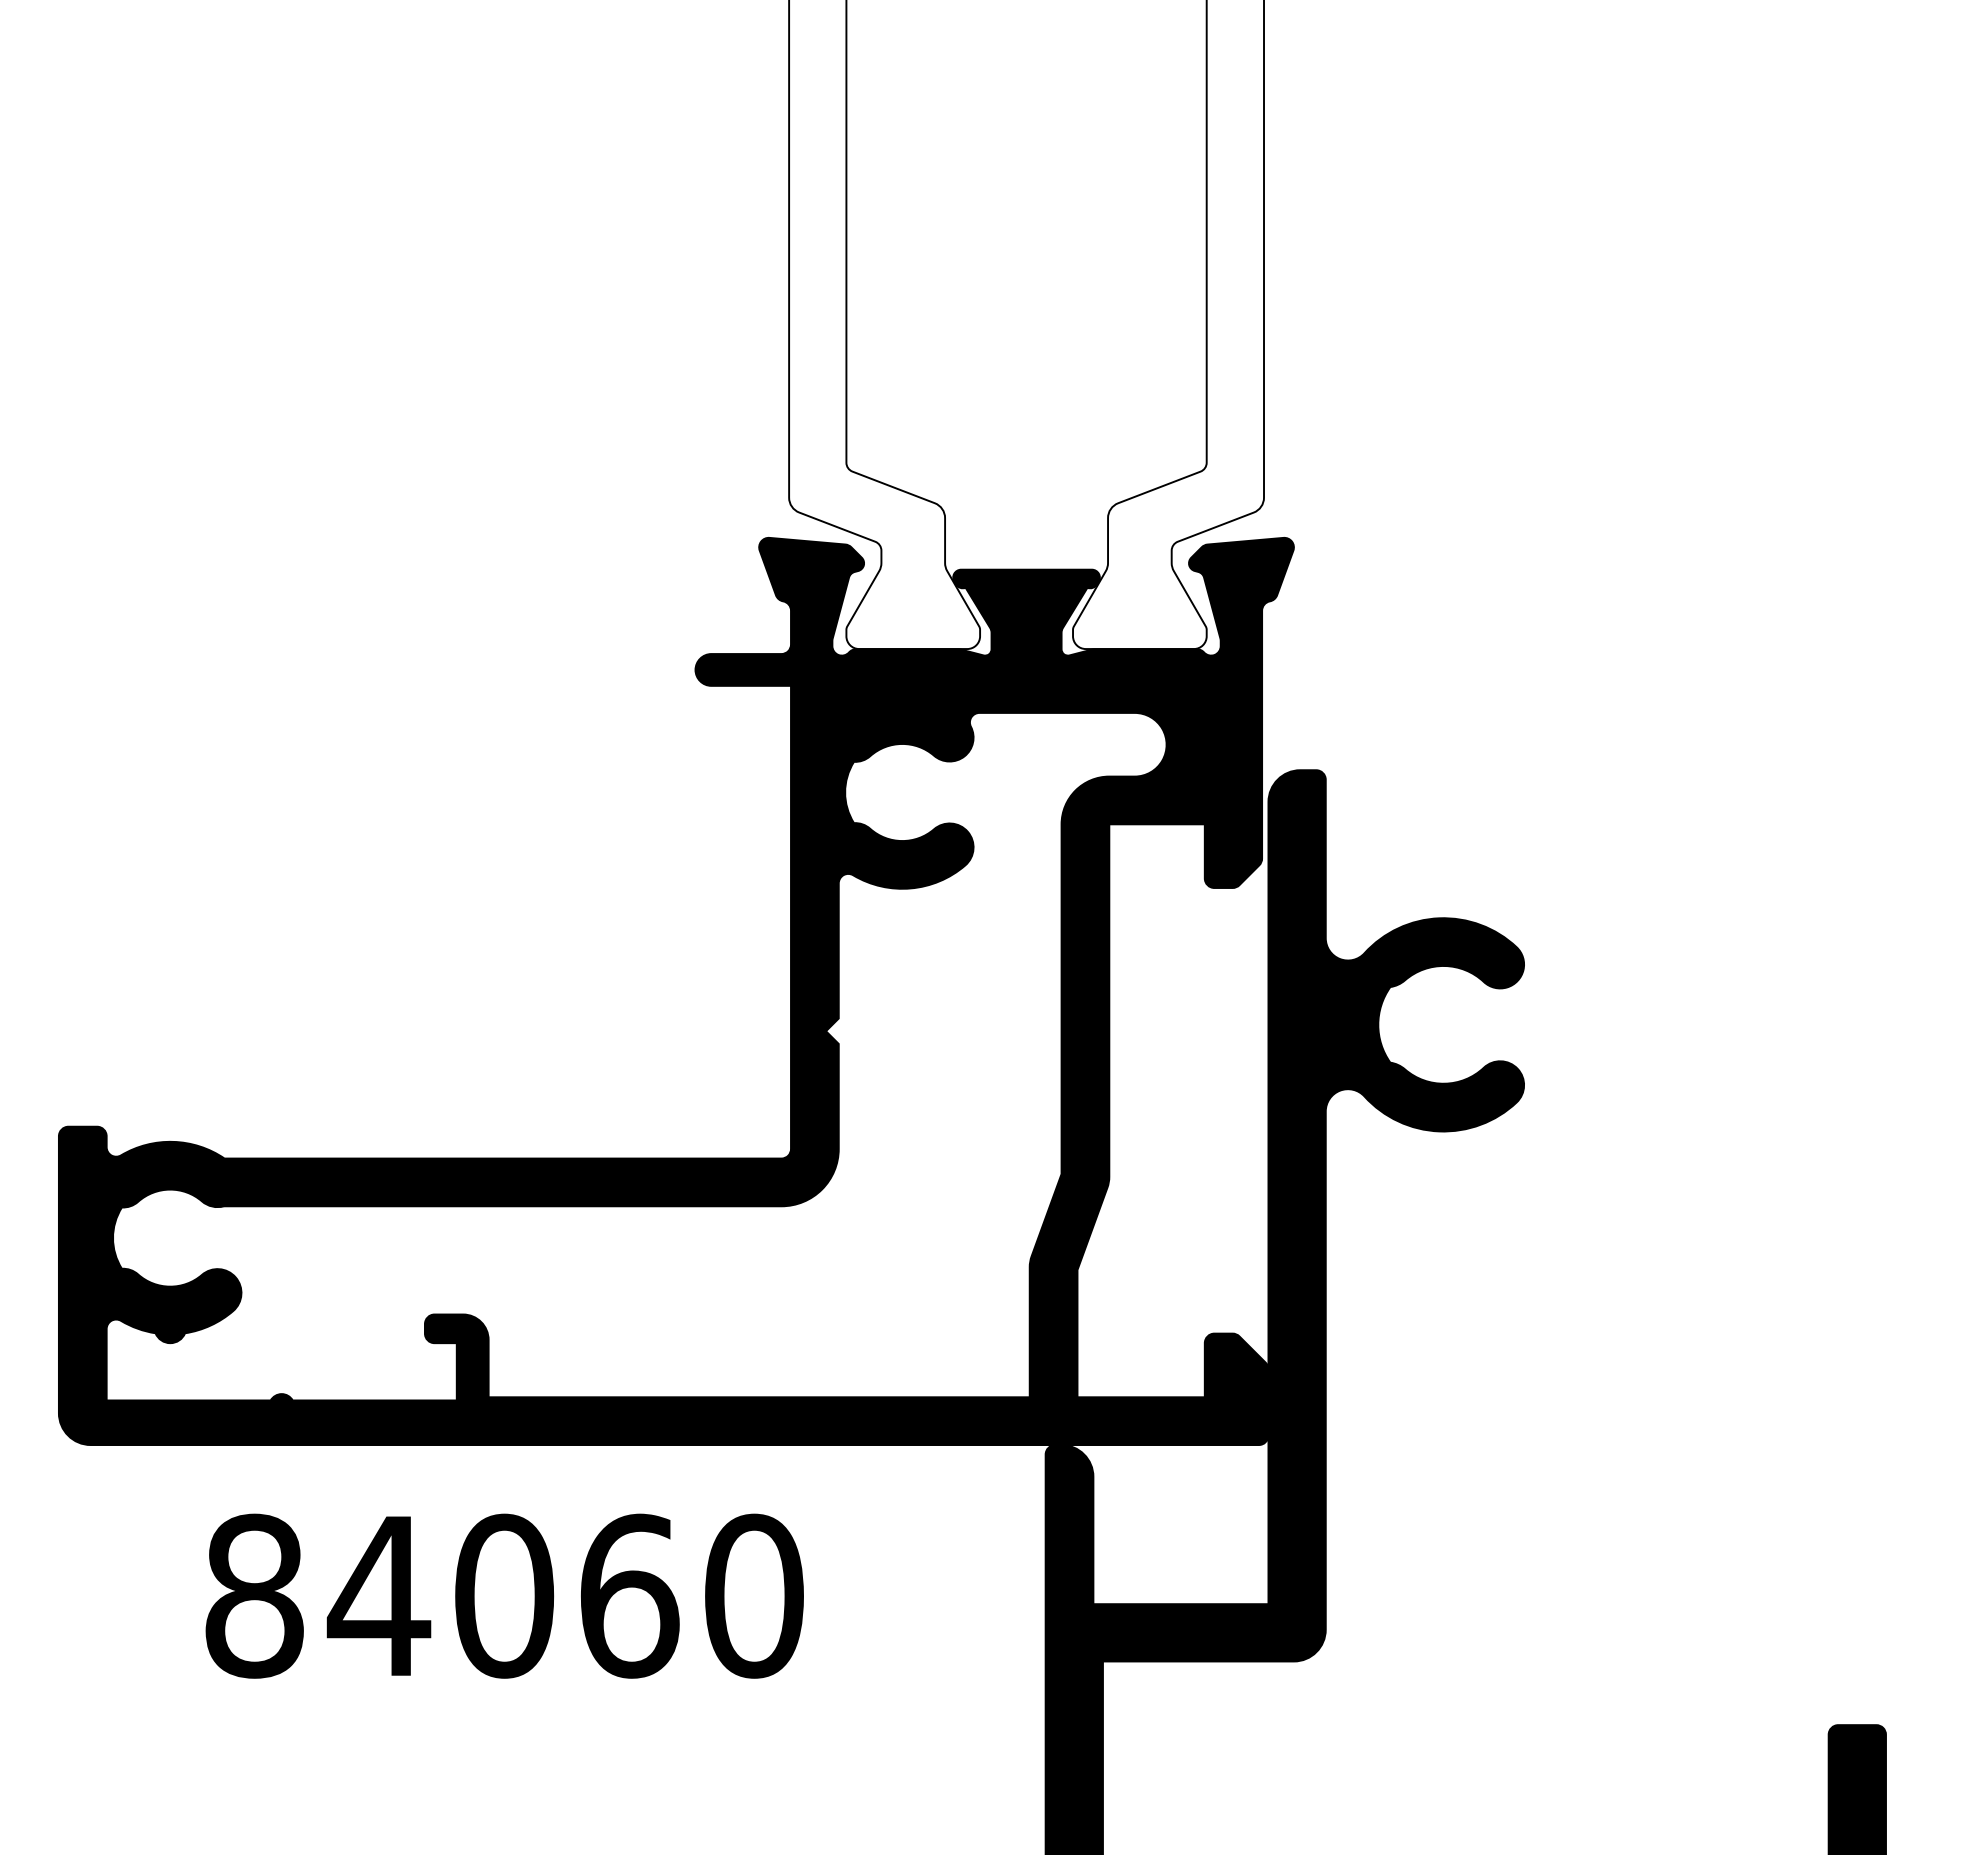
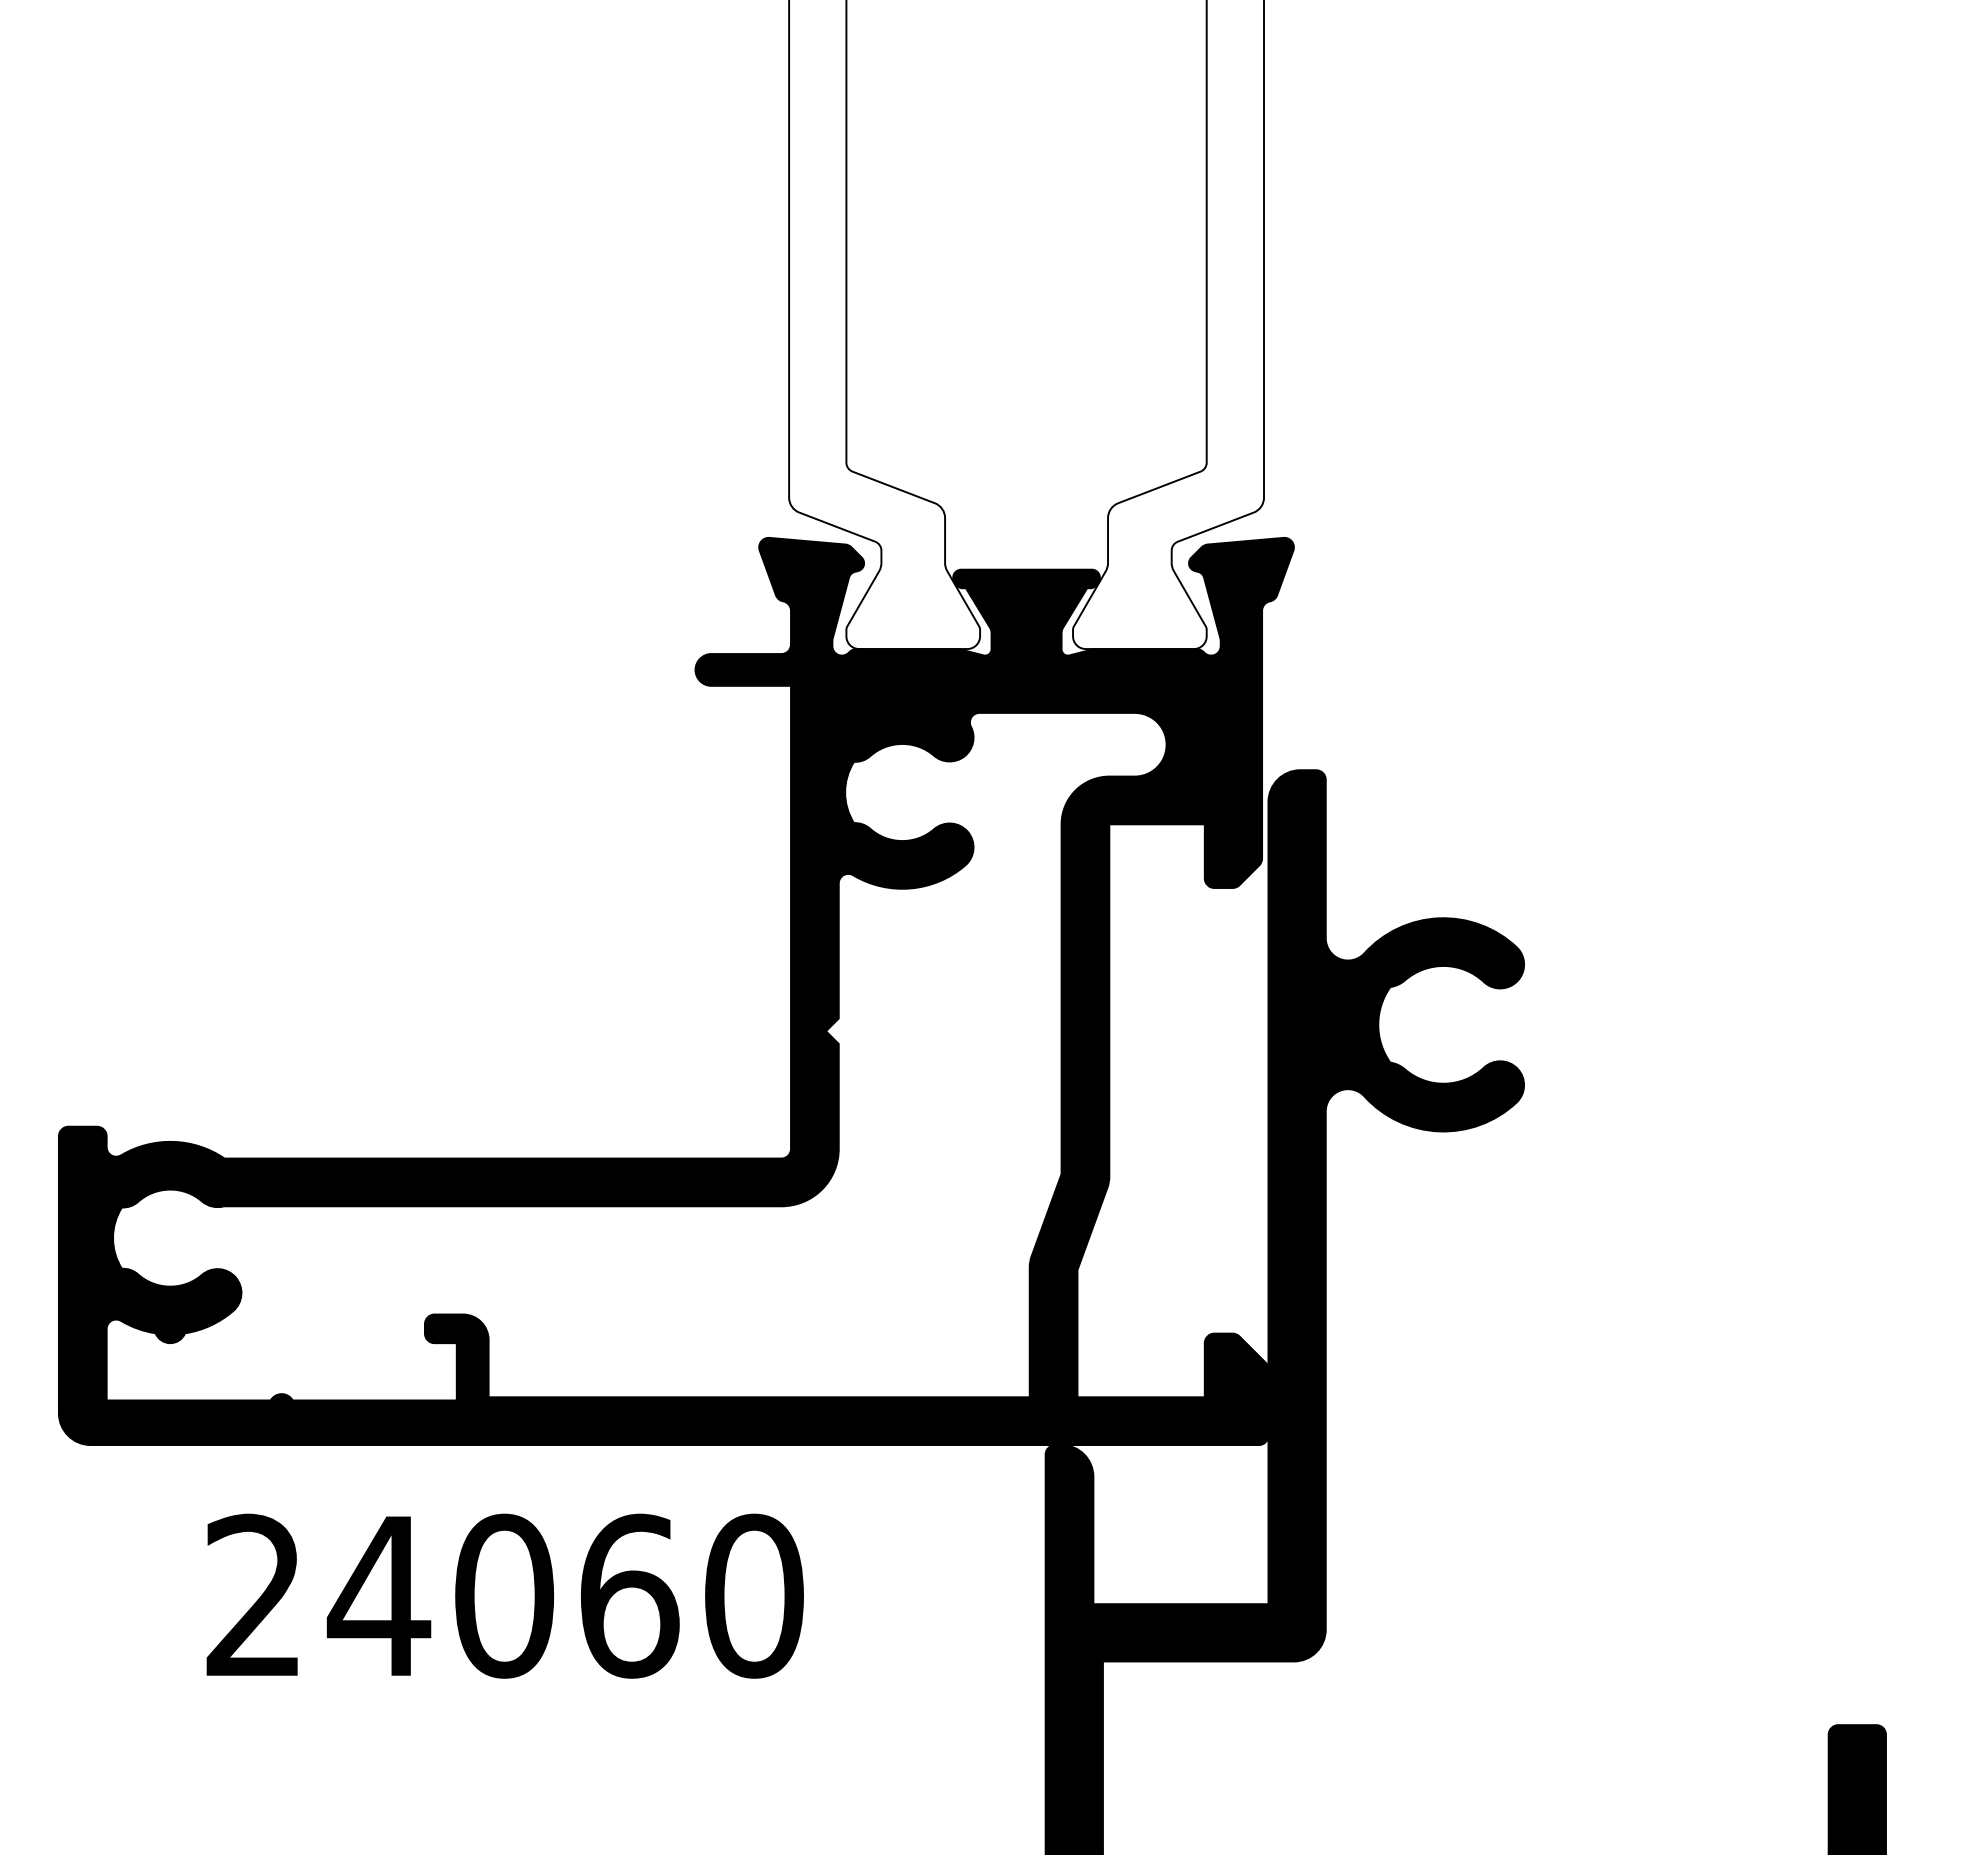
text at (254, 1595): 84060 -> 24060
